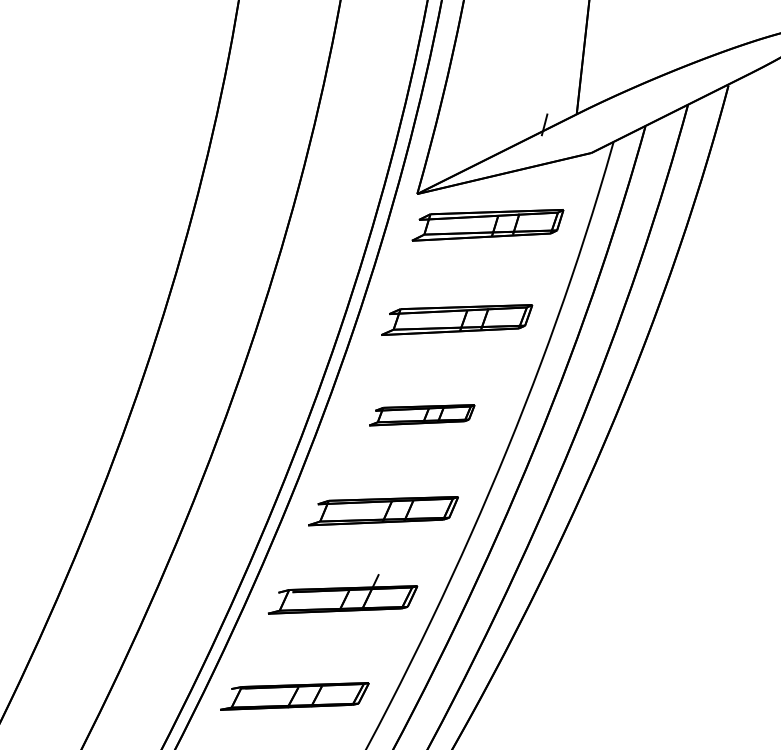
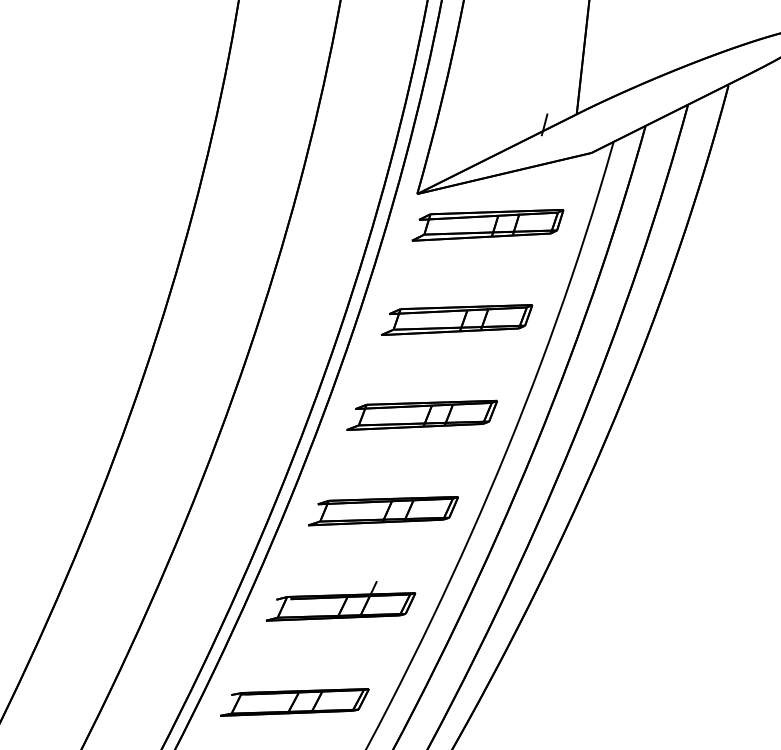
part at (422, 415) size: 107x23 px -> 152x32 px
part at (342, 594) position: (342, 594) -> (340, 601)
part at (294, 696) position: (294, 696) -> (294, 702)
